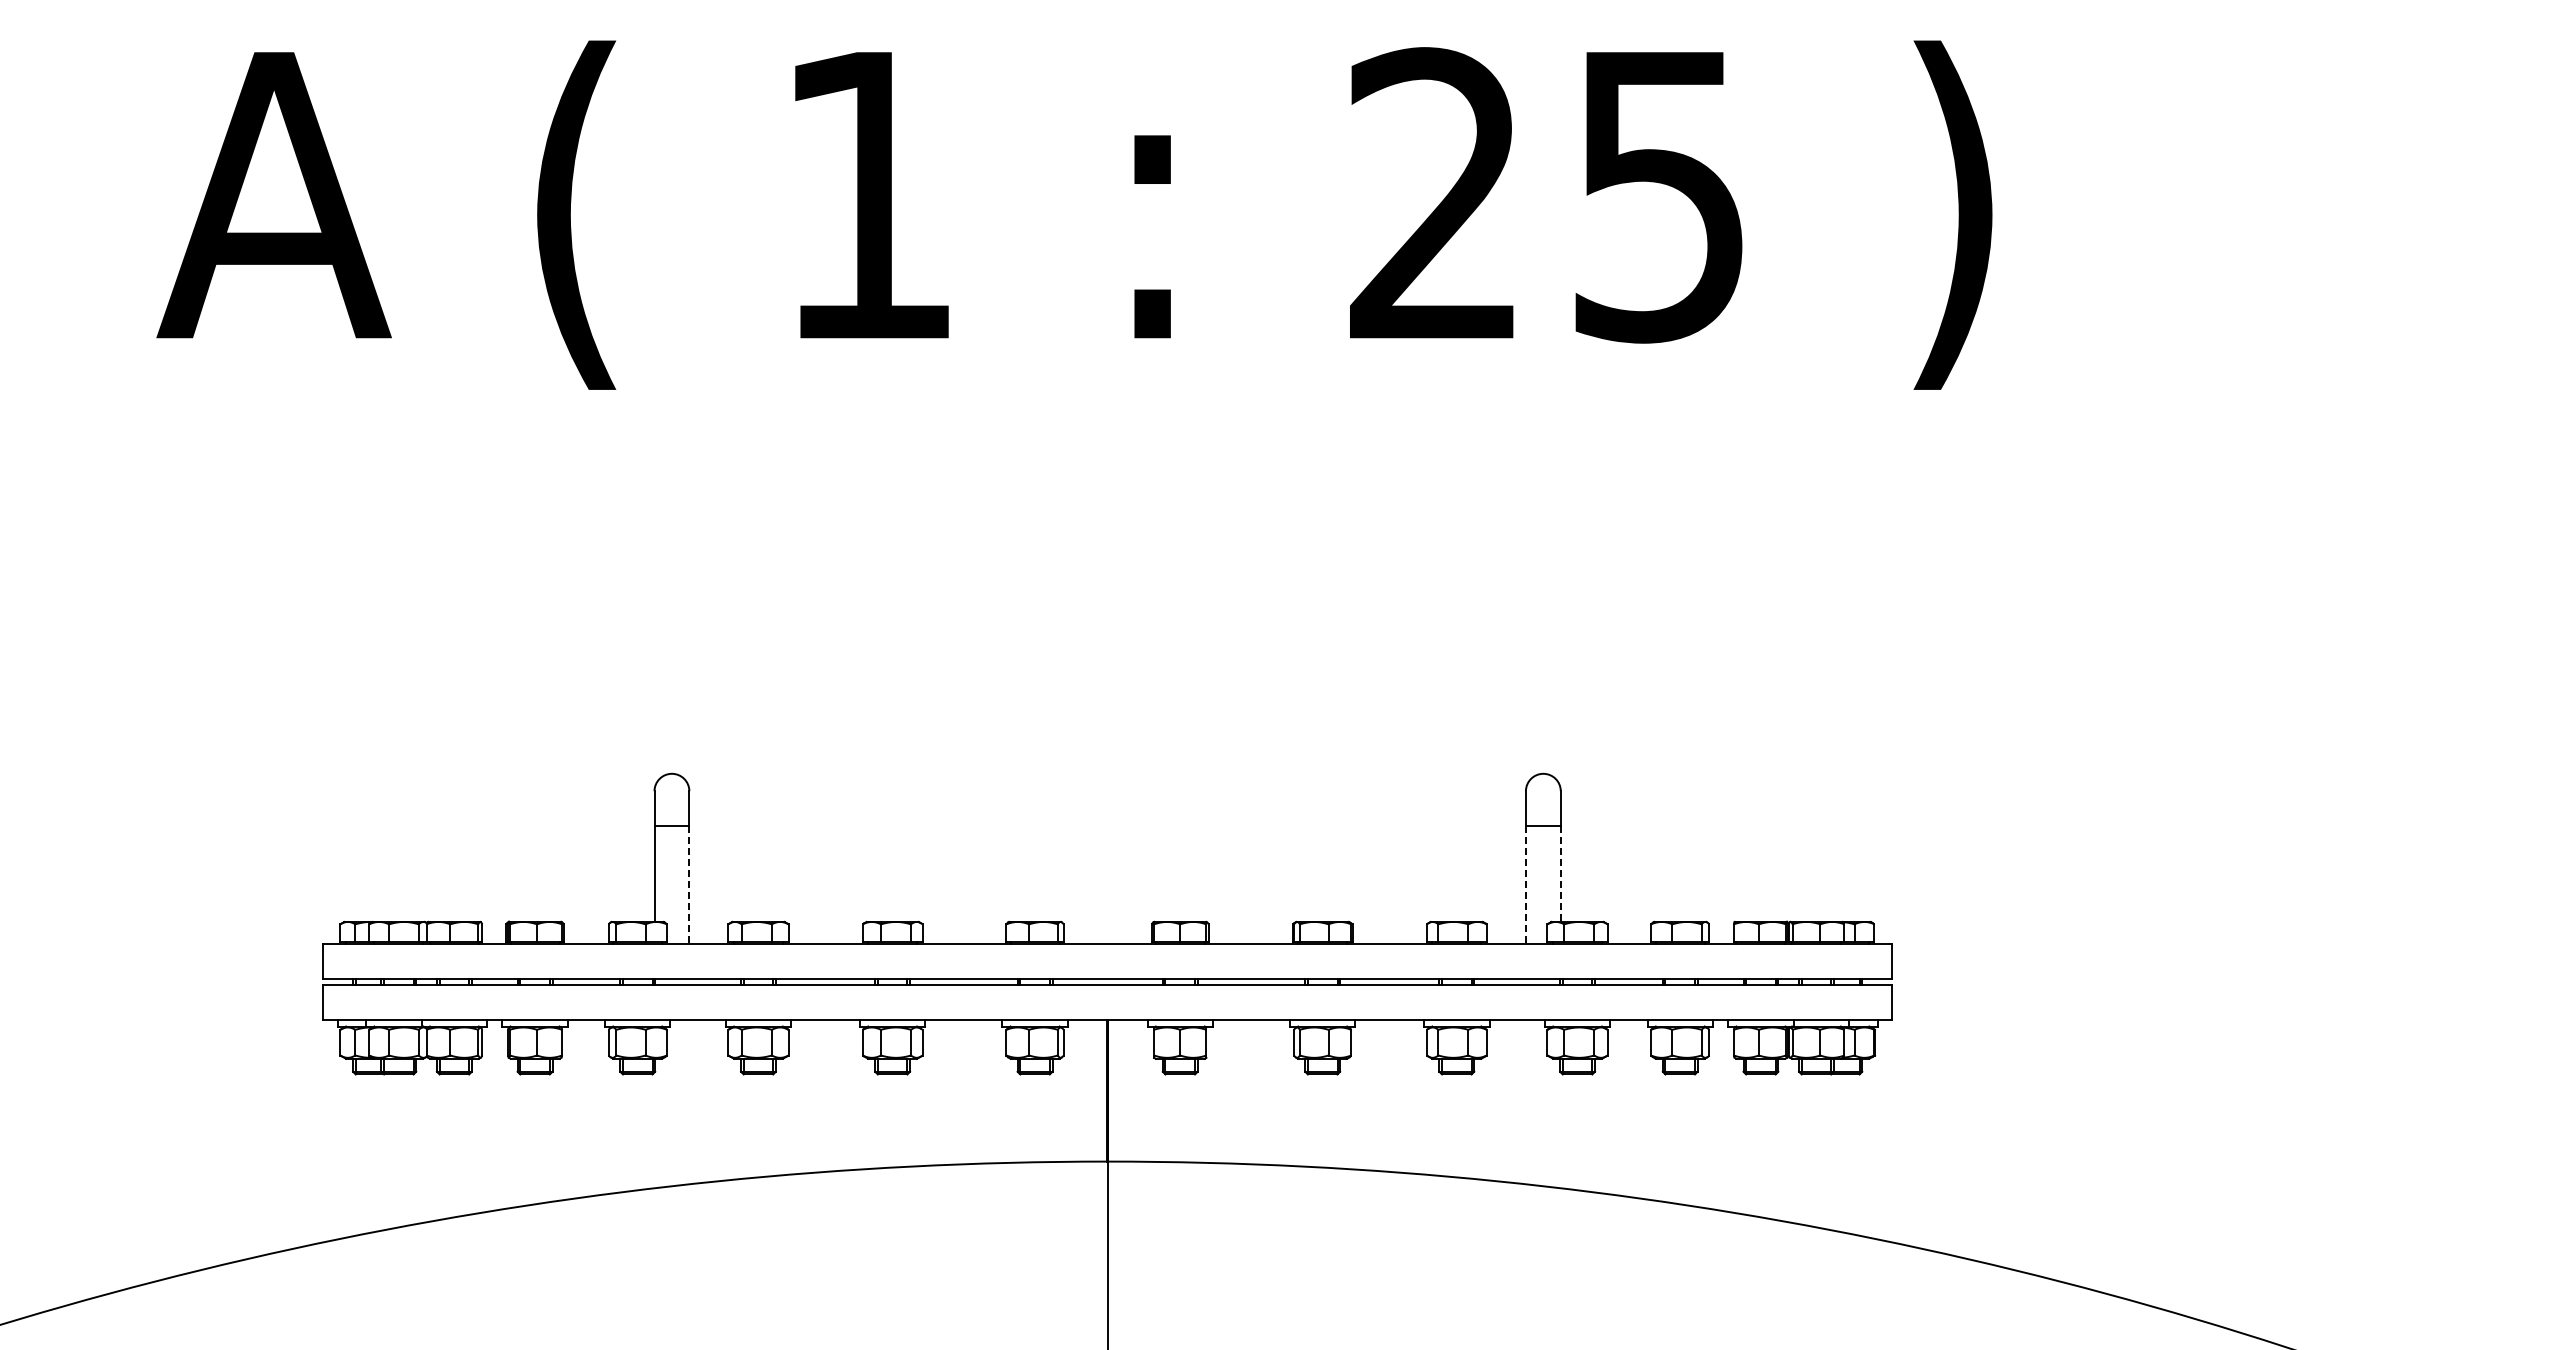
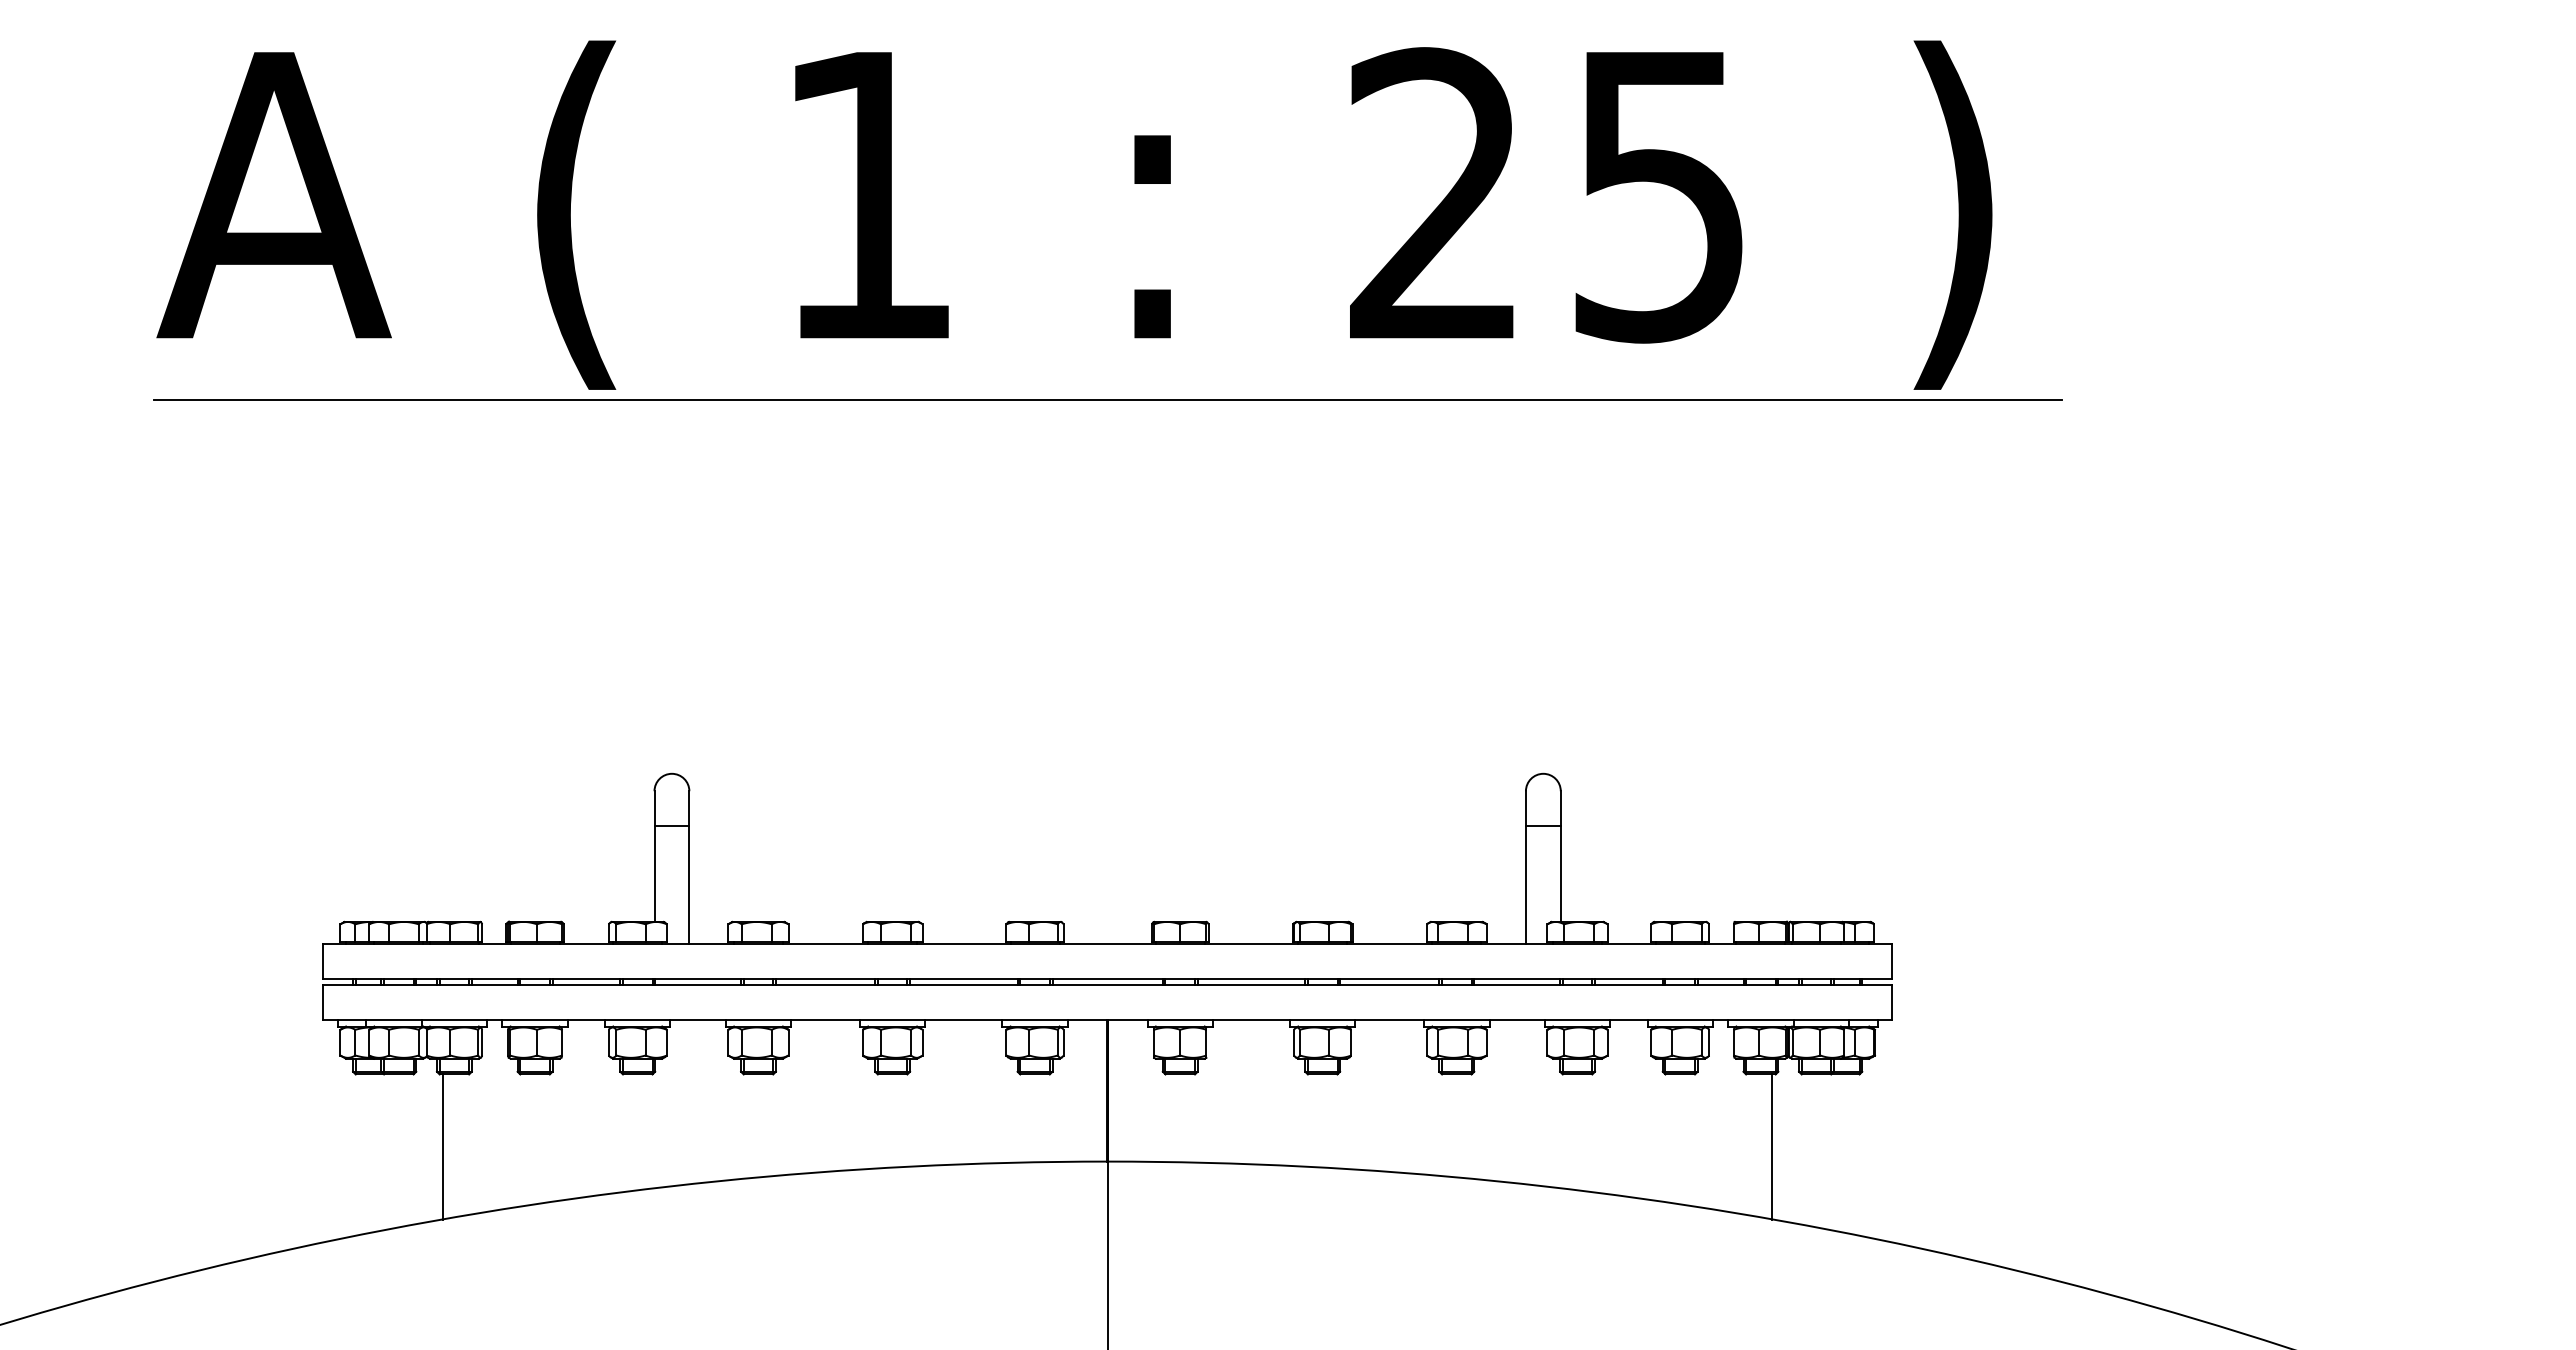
line at (1107, 400): none -> present
line at (1560, 874): dashed -> solid
line at (689, 884): dashed -> solid
line at (1525, 884): dashed -> solid
line at (443, 1146): none -> present
line at (1772, 1146): none -> present
